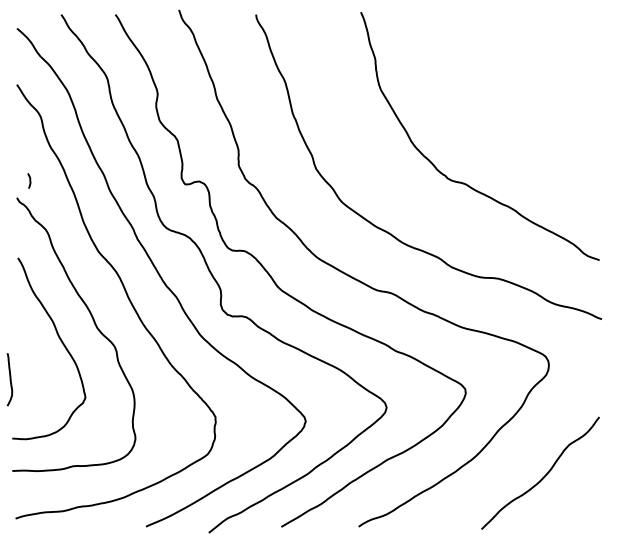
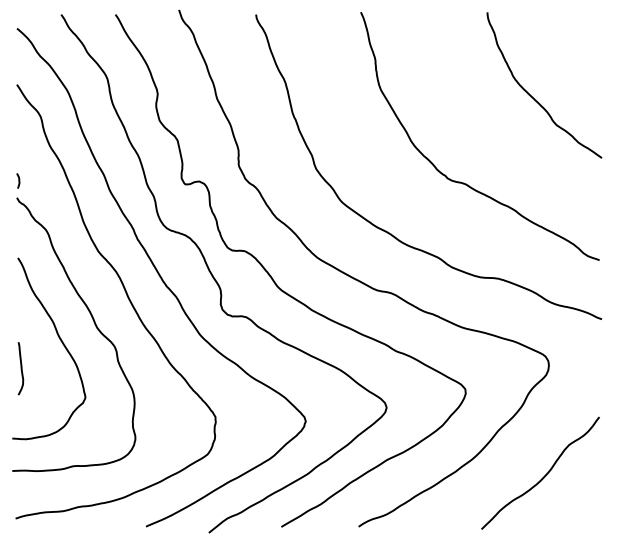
curve at (532, 96): none -> present
curve at (29, 180) position: (29, 180) -> (18, 180)
curve at (9, 379) position: (9, 379) -> (20, 368)
